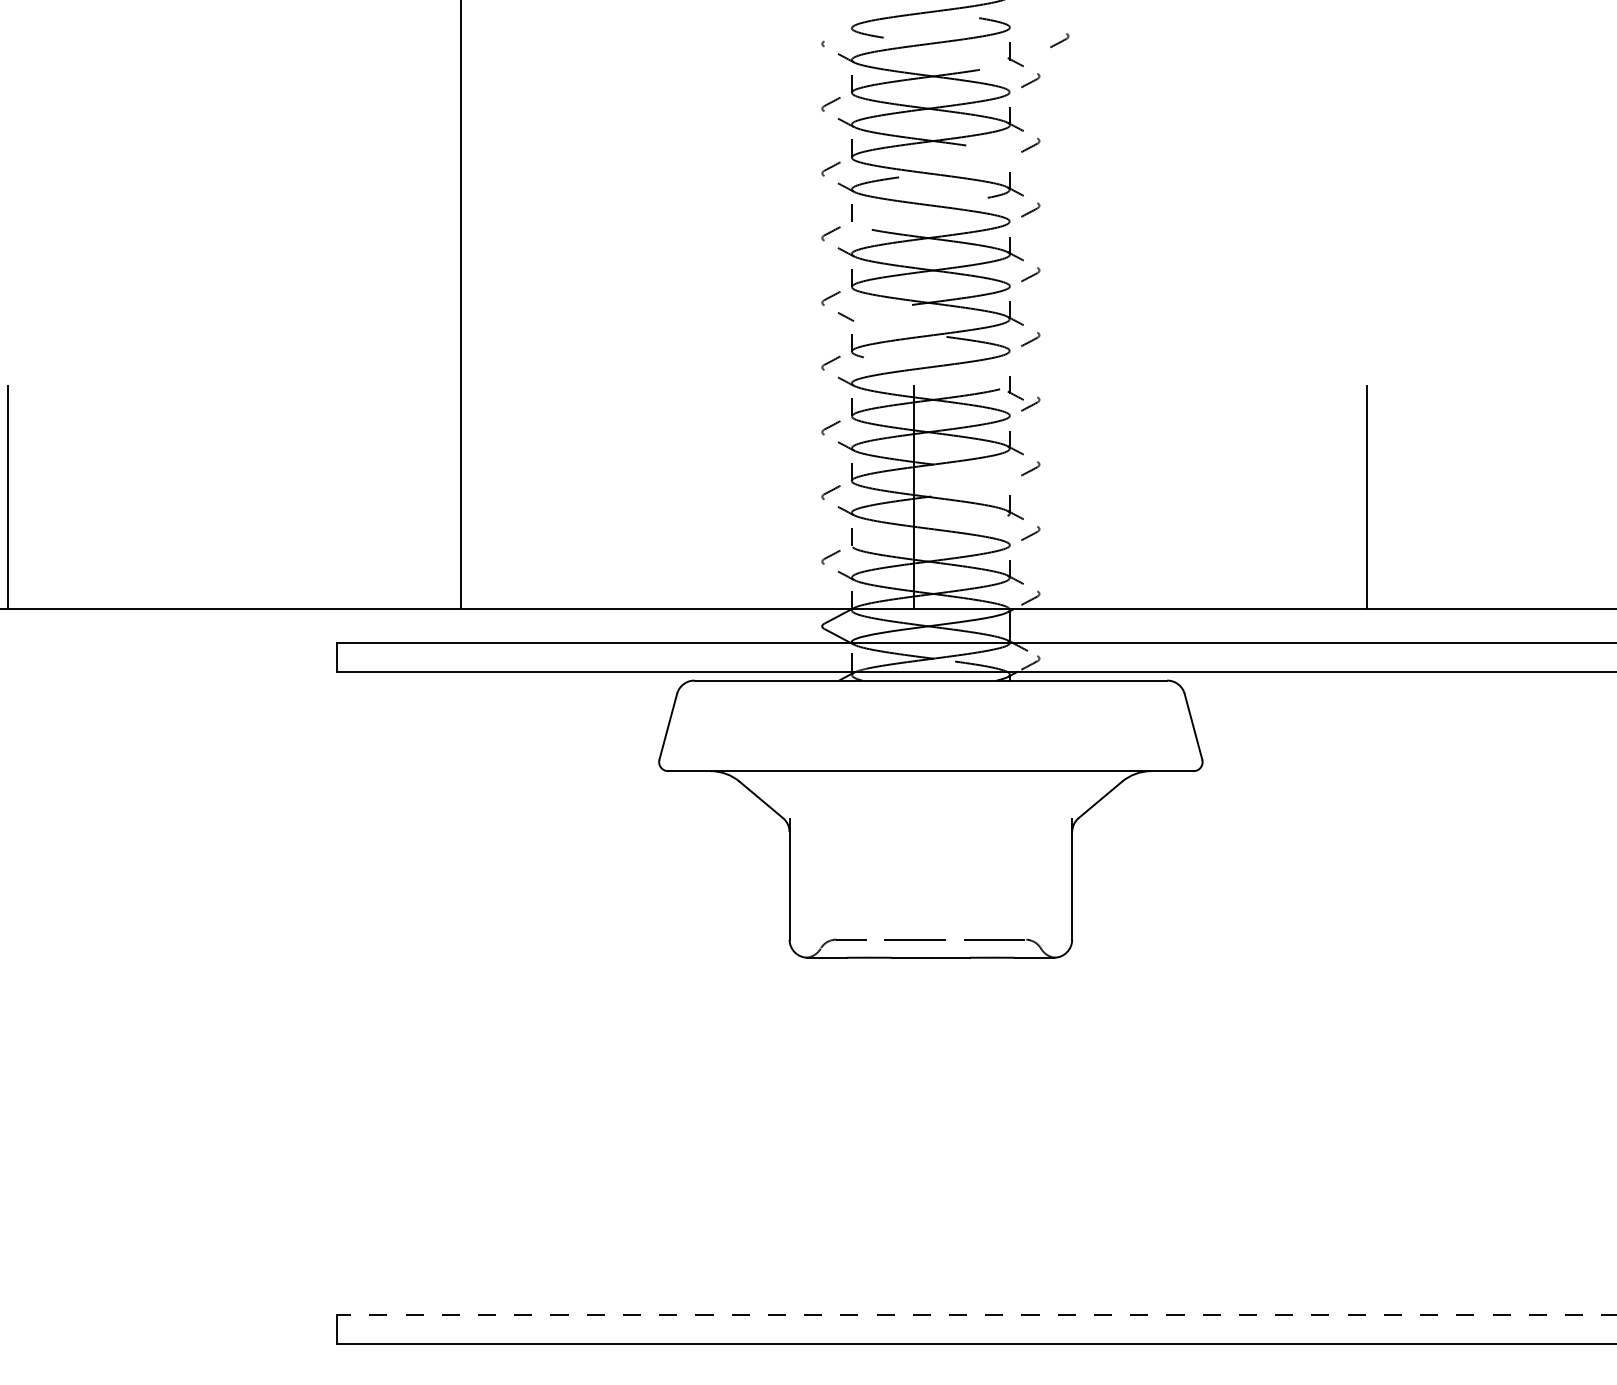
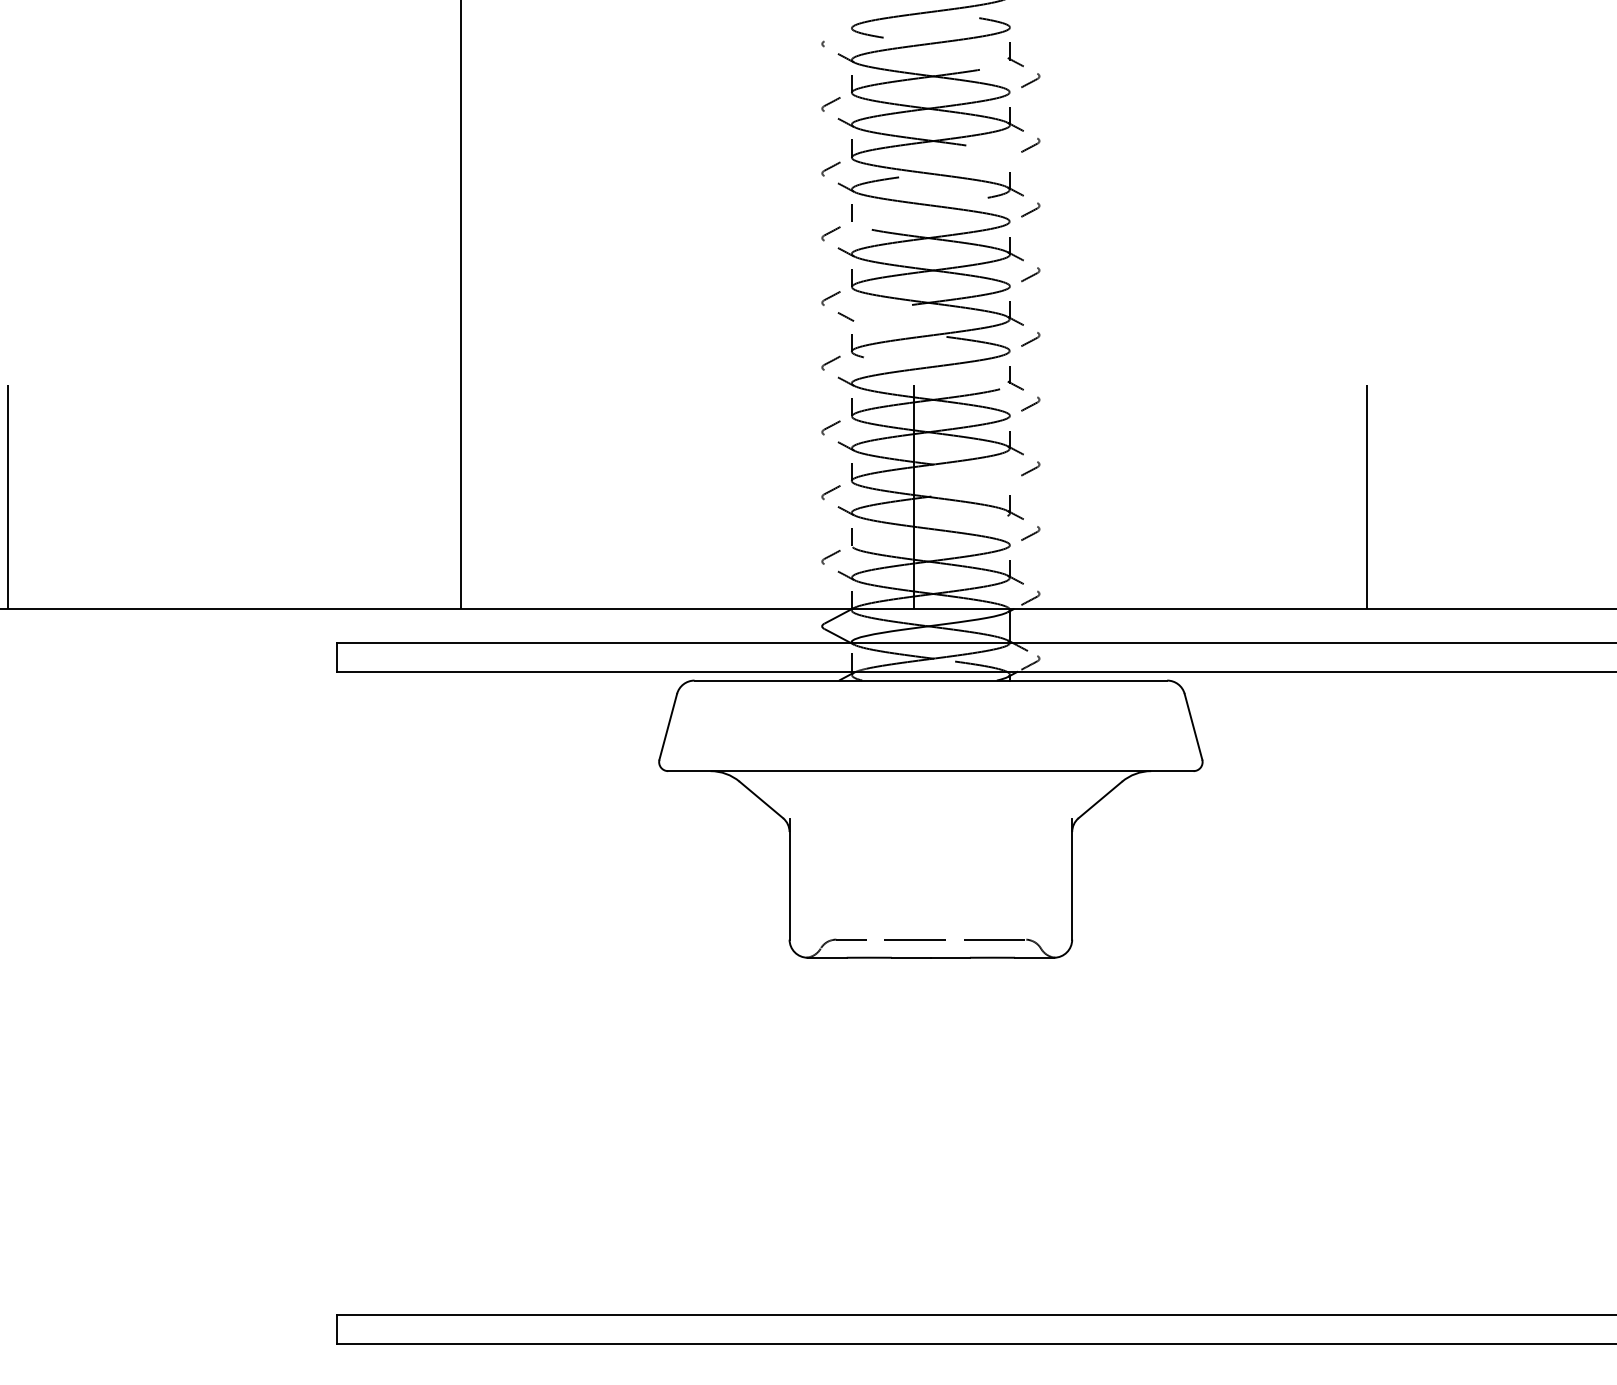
part at (1059, 40): present -> none
part at (1015, 388) position: (1015, 388) -> (1015, 378)
line at (976, 1314): dashed -> solid
